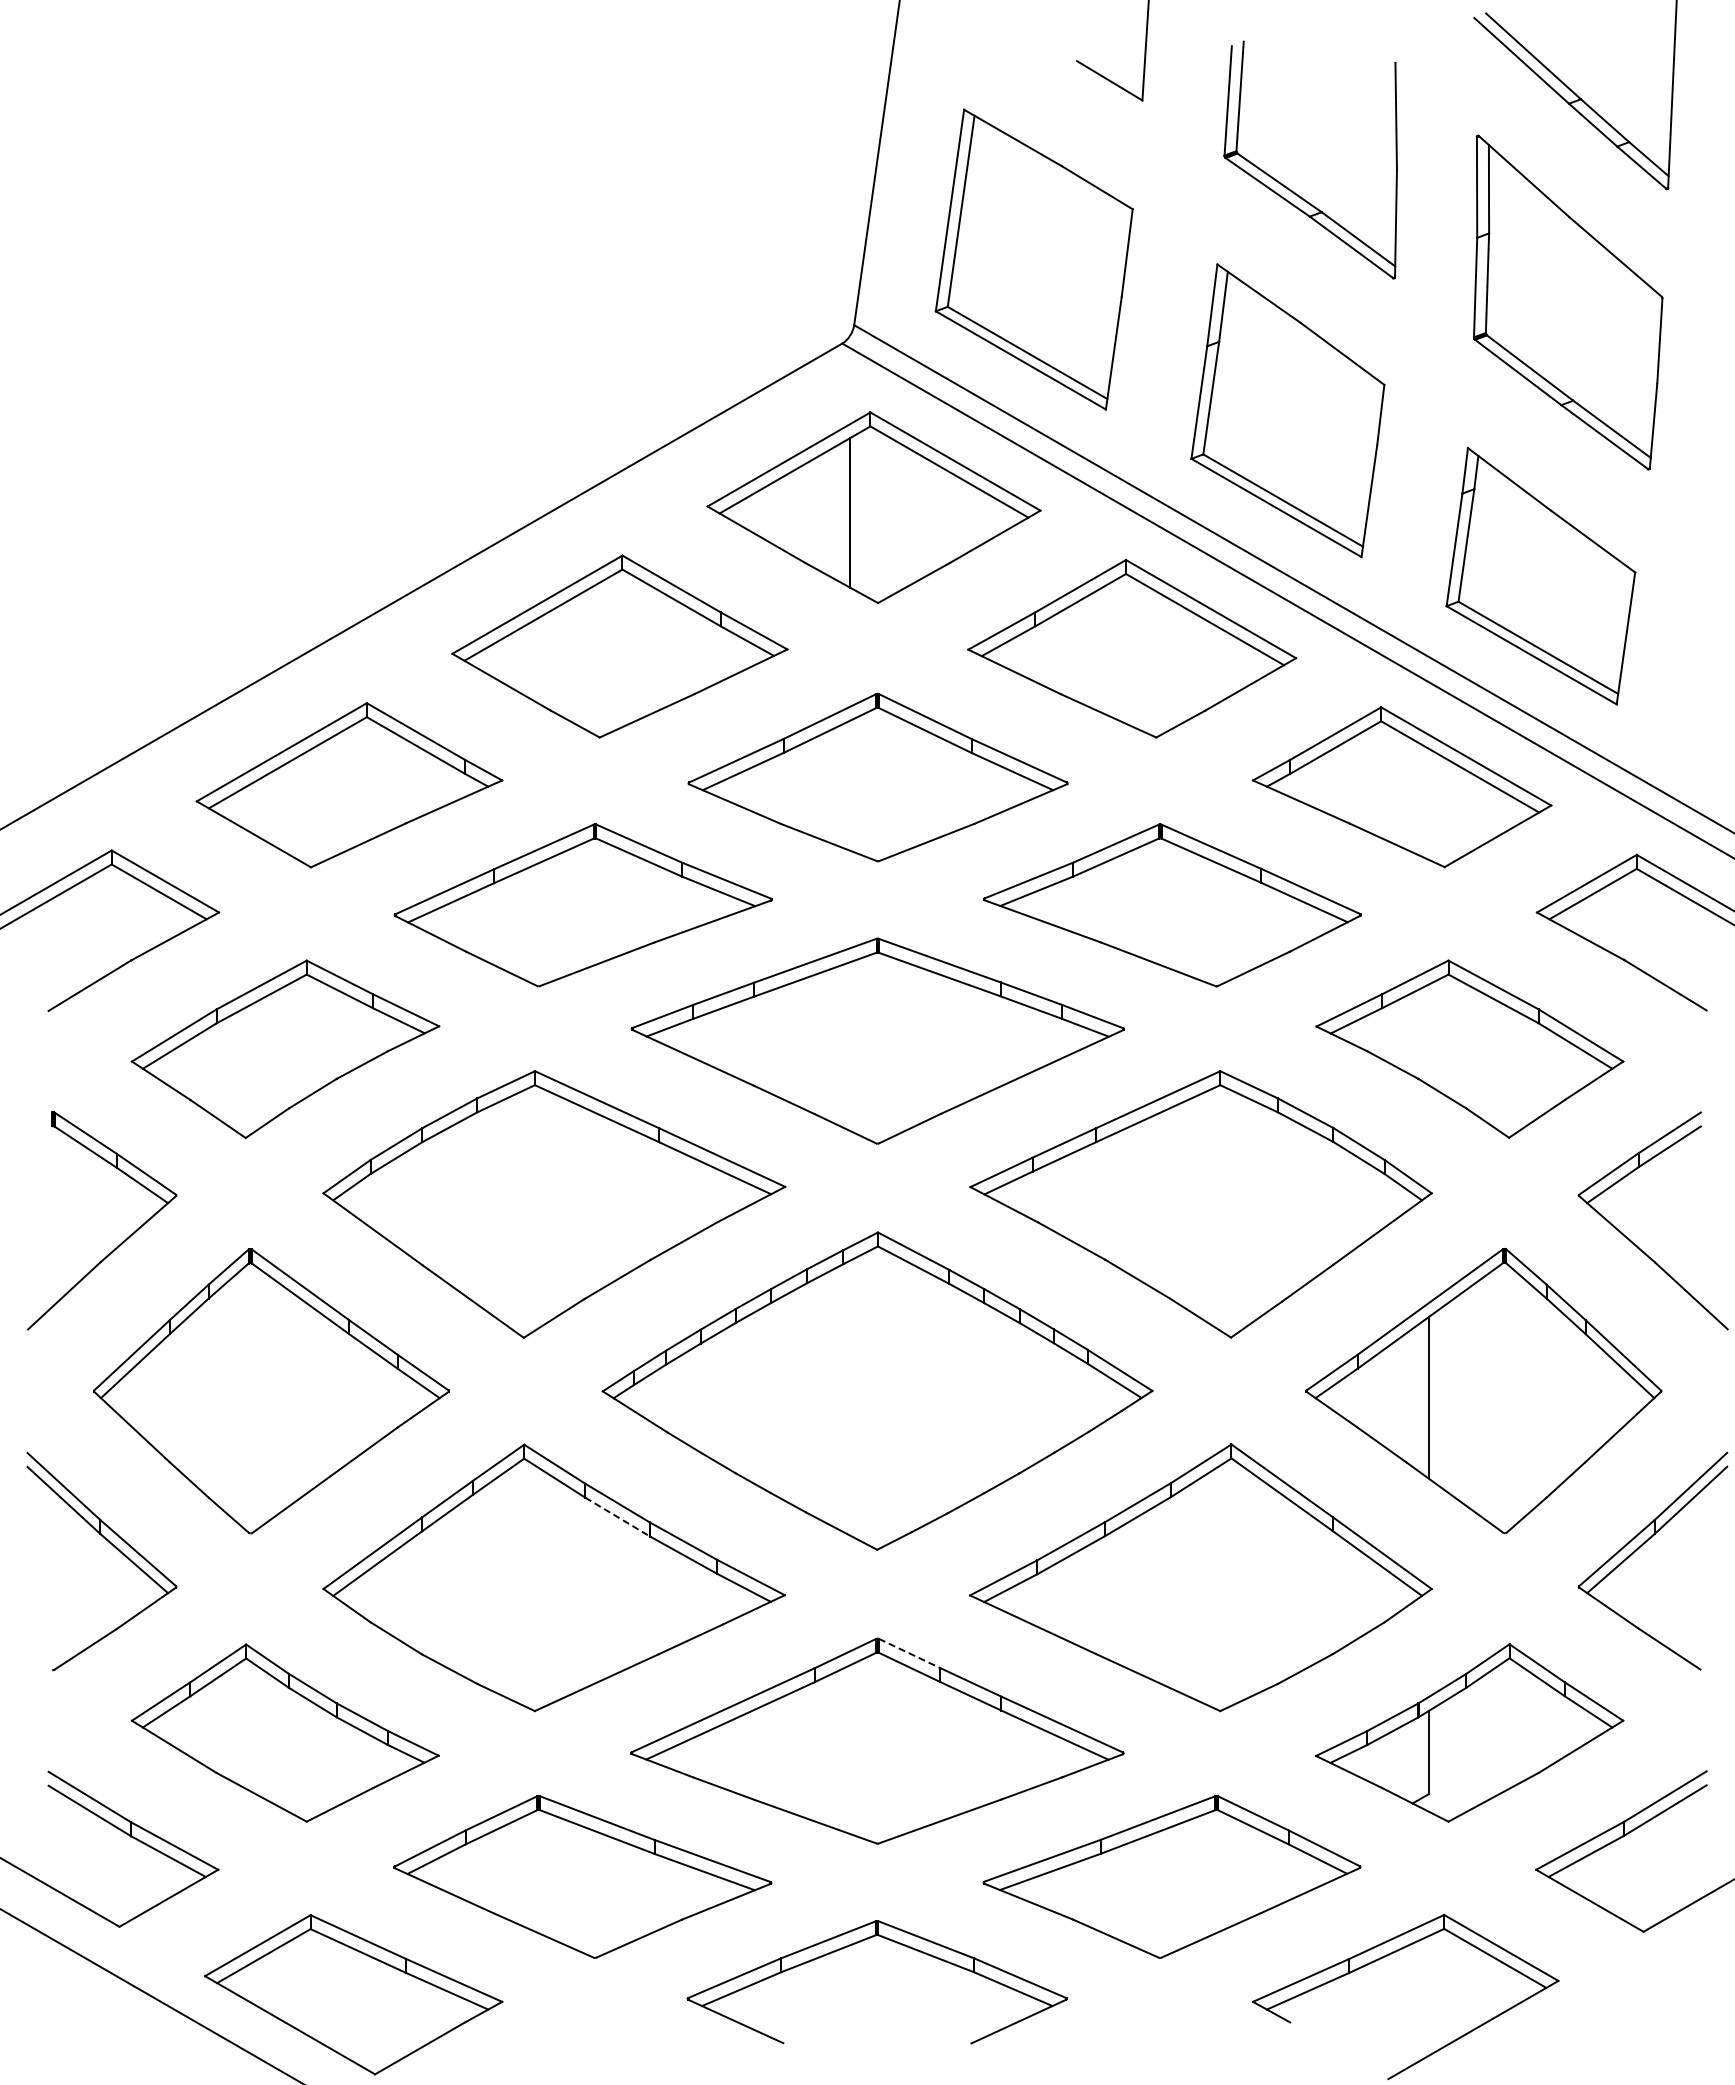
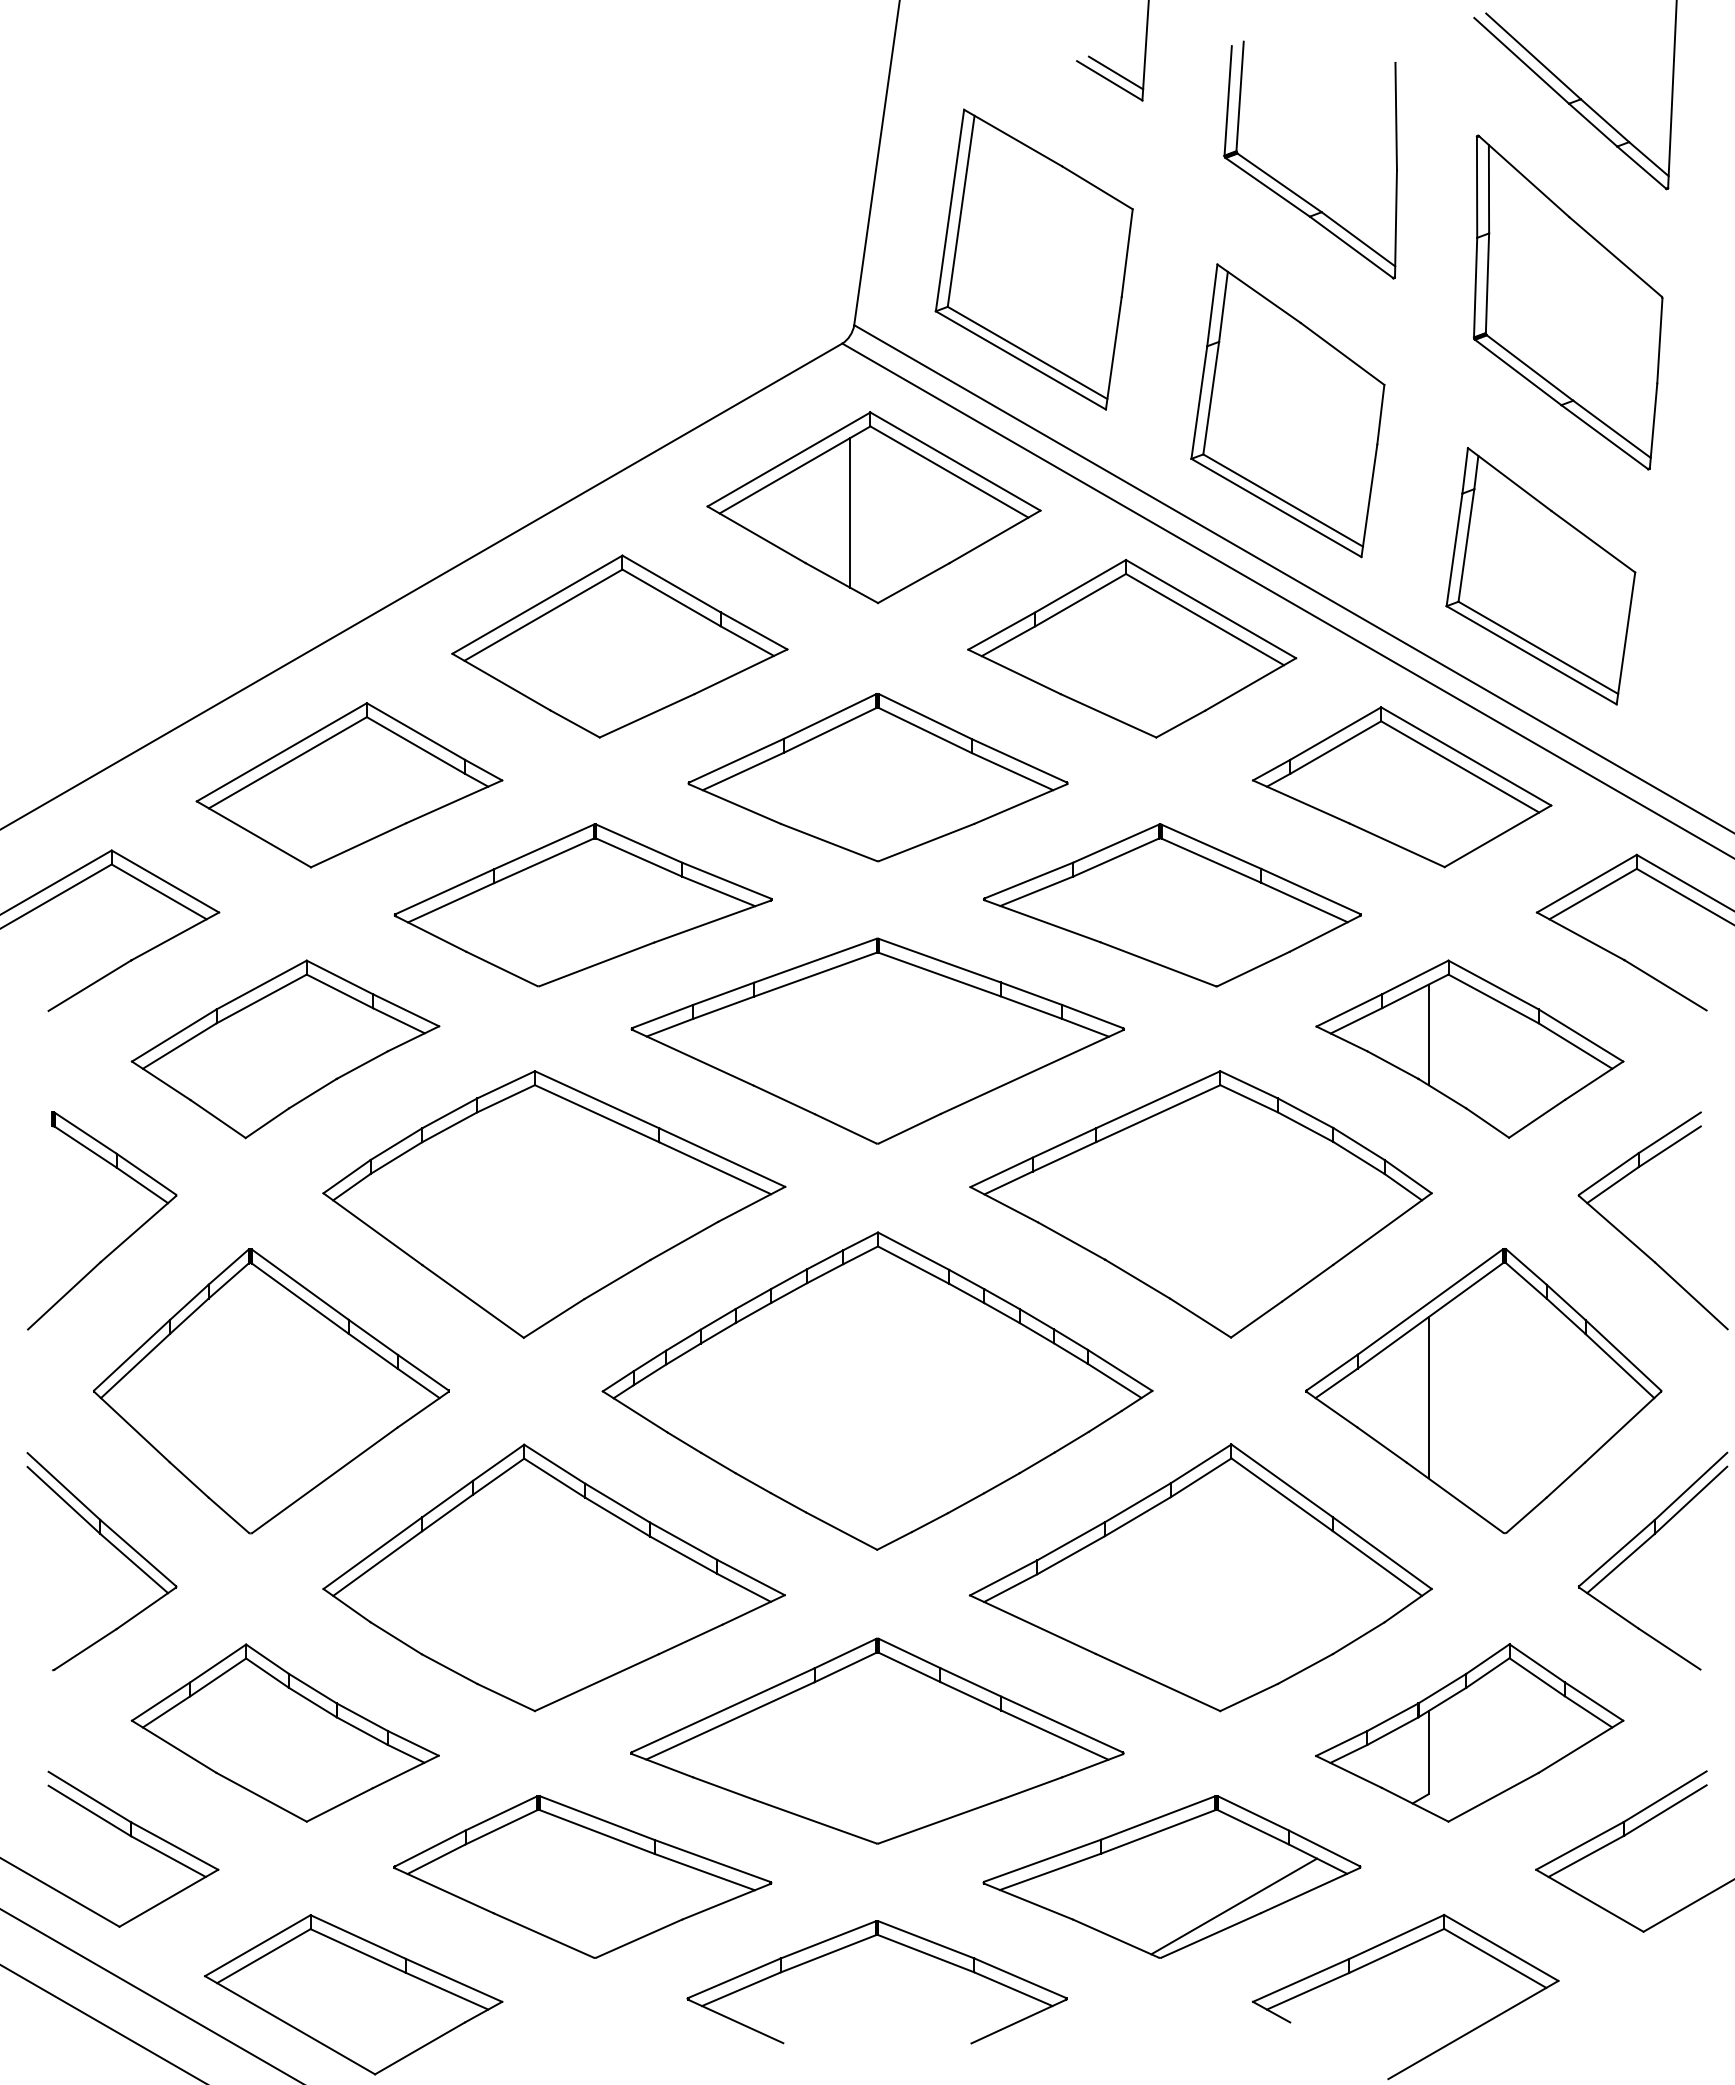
line at (1115, 72): none -> present
line at (1428, 1034): none -> present
line at (617, 1517): dashed -> solid
line at (909, 1653): dashed -> solid
line at (1234, 1906): none -> present
line at (102, 2023): none -> present
